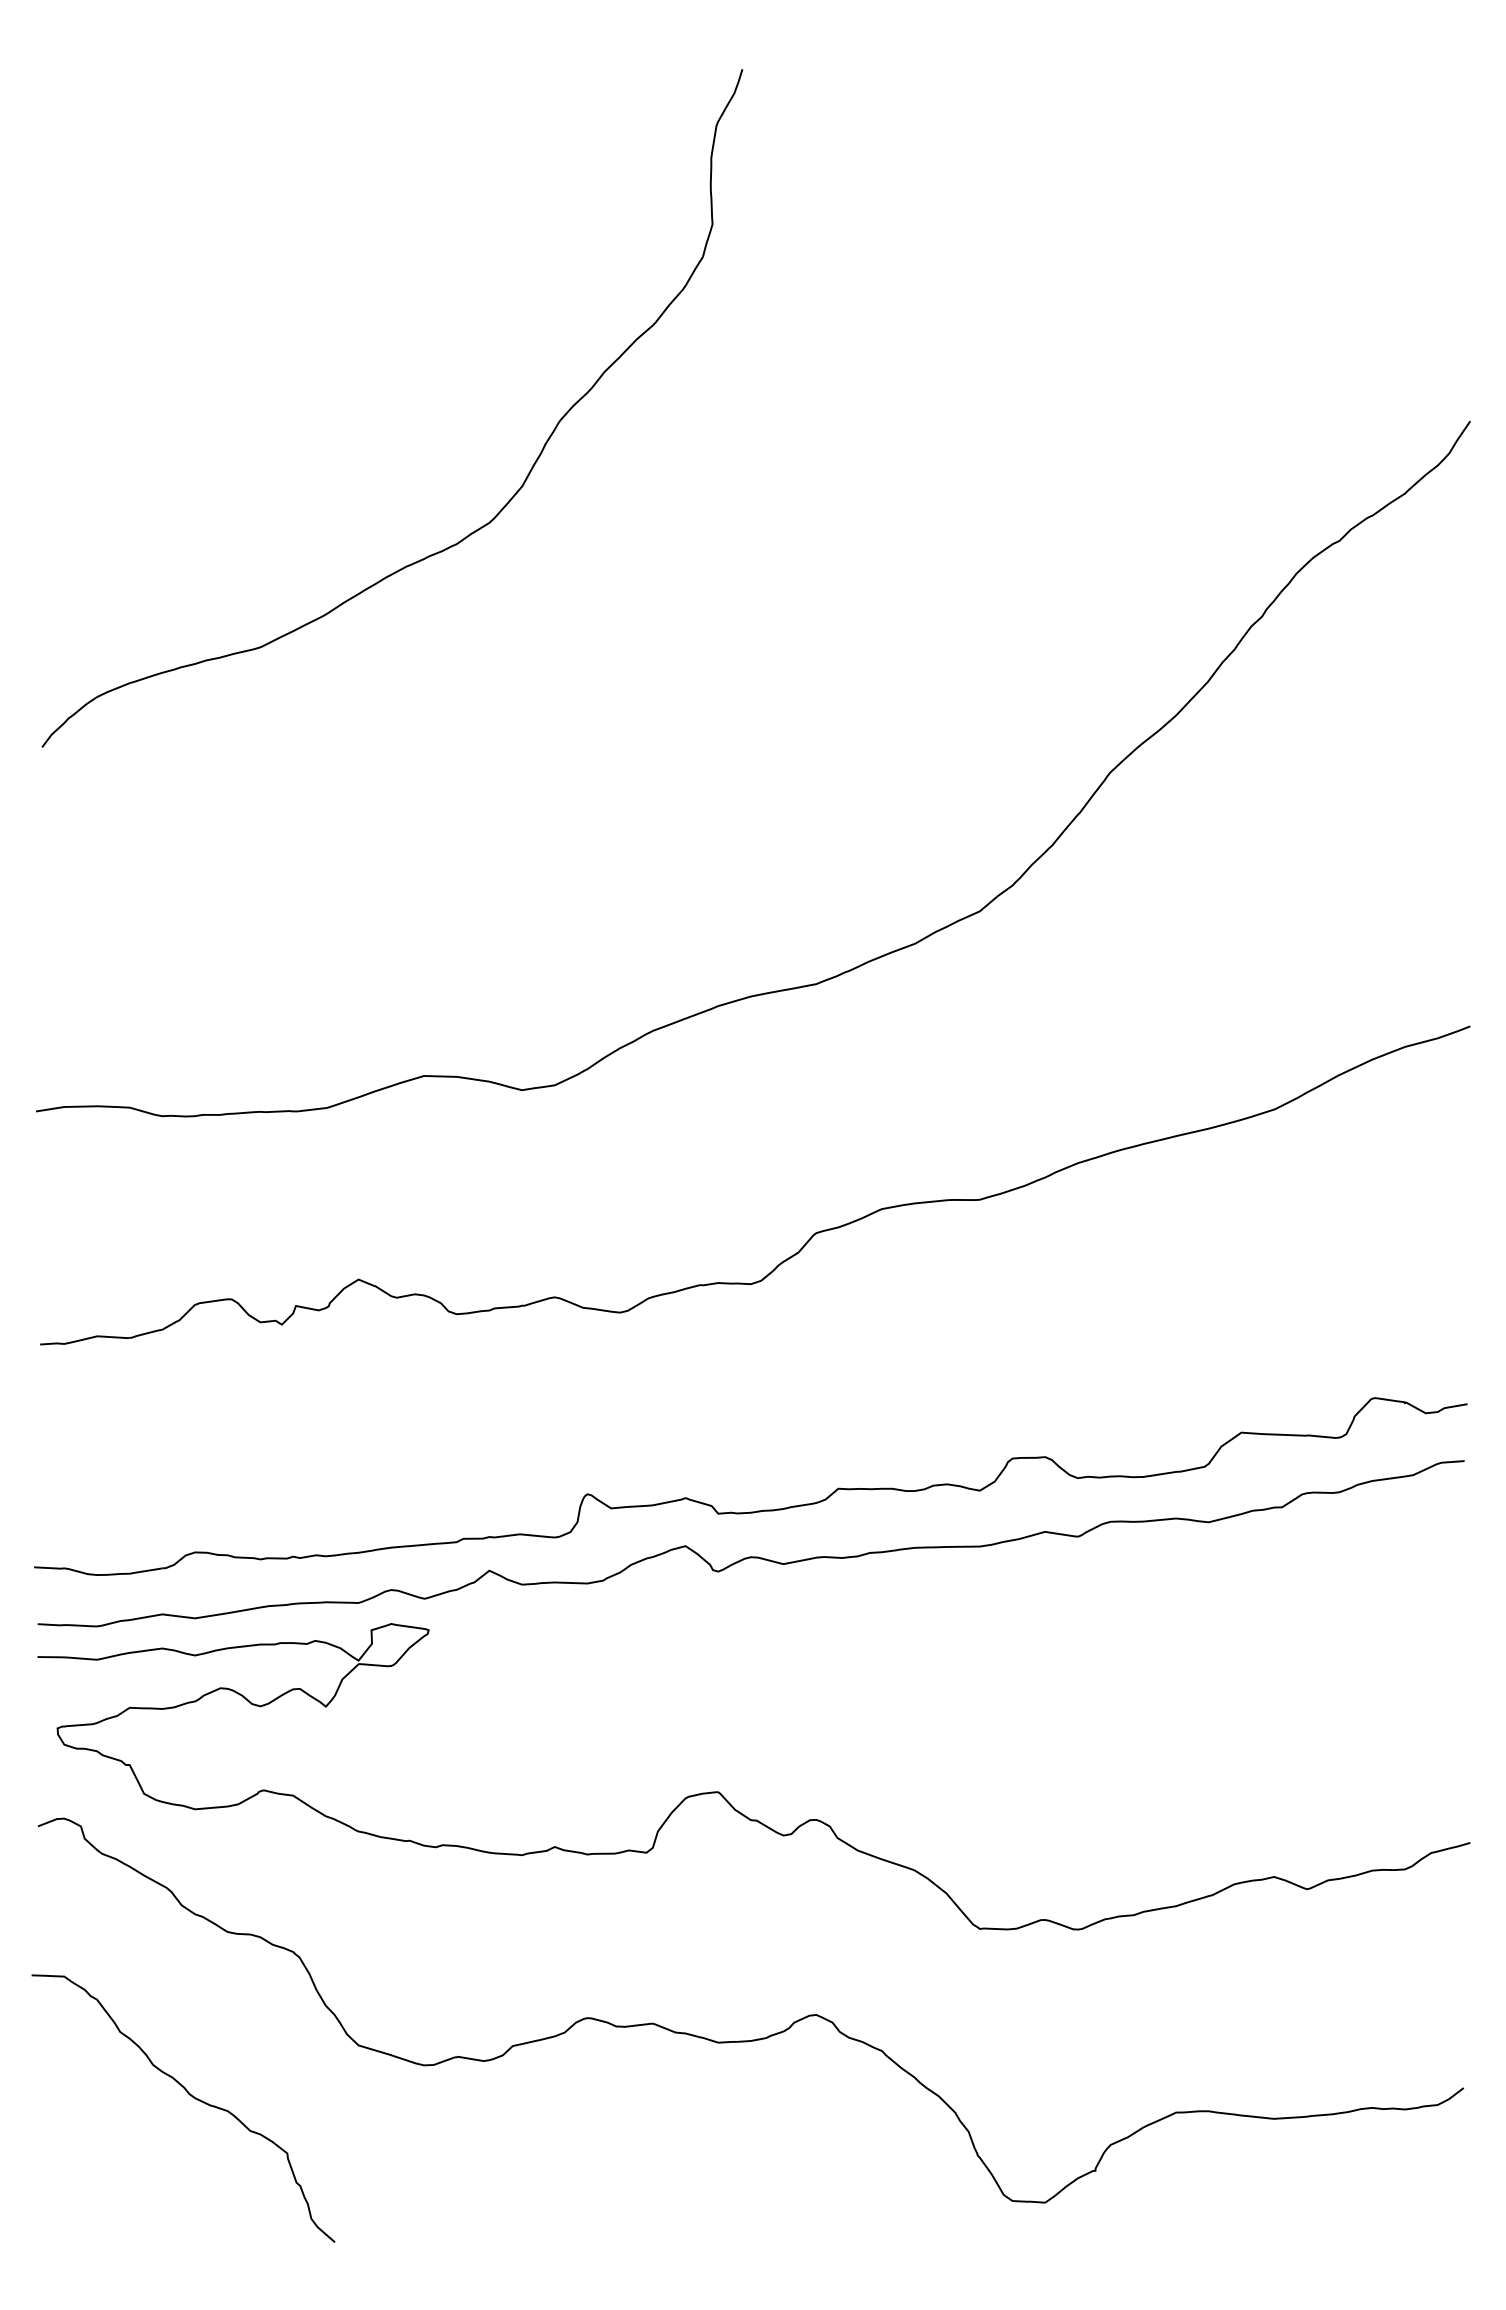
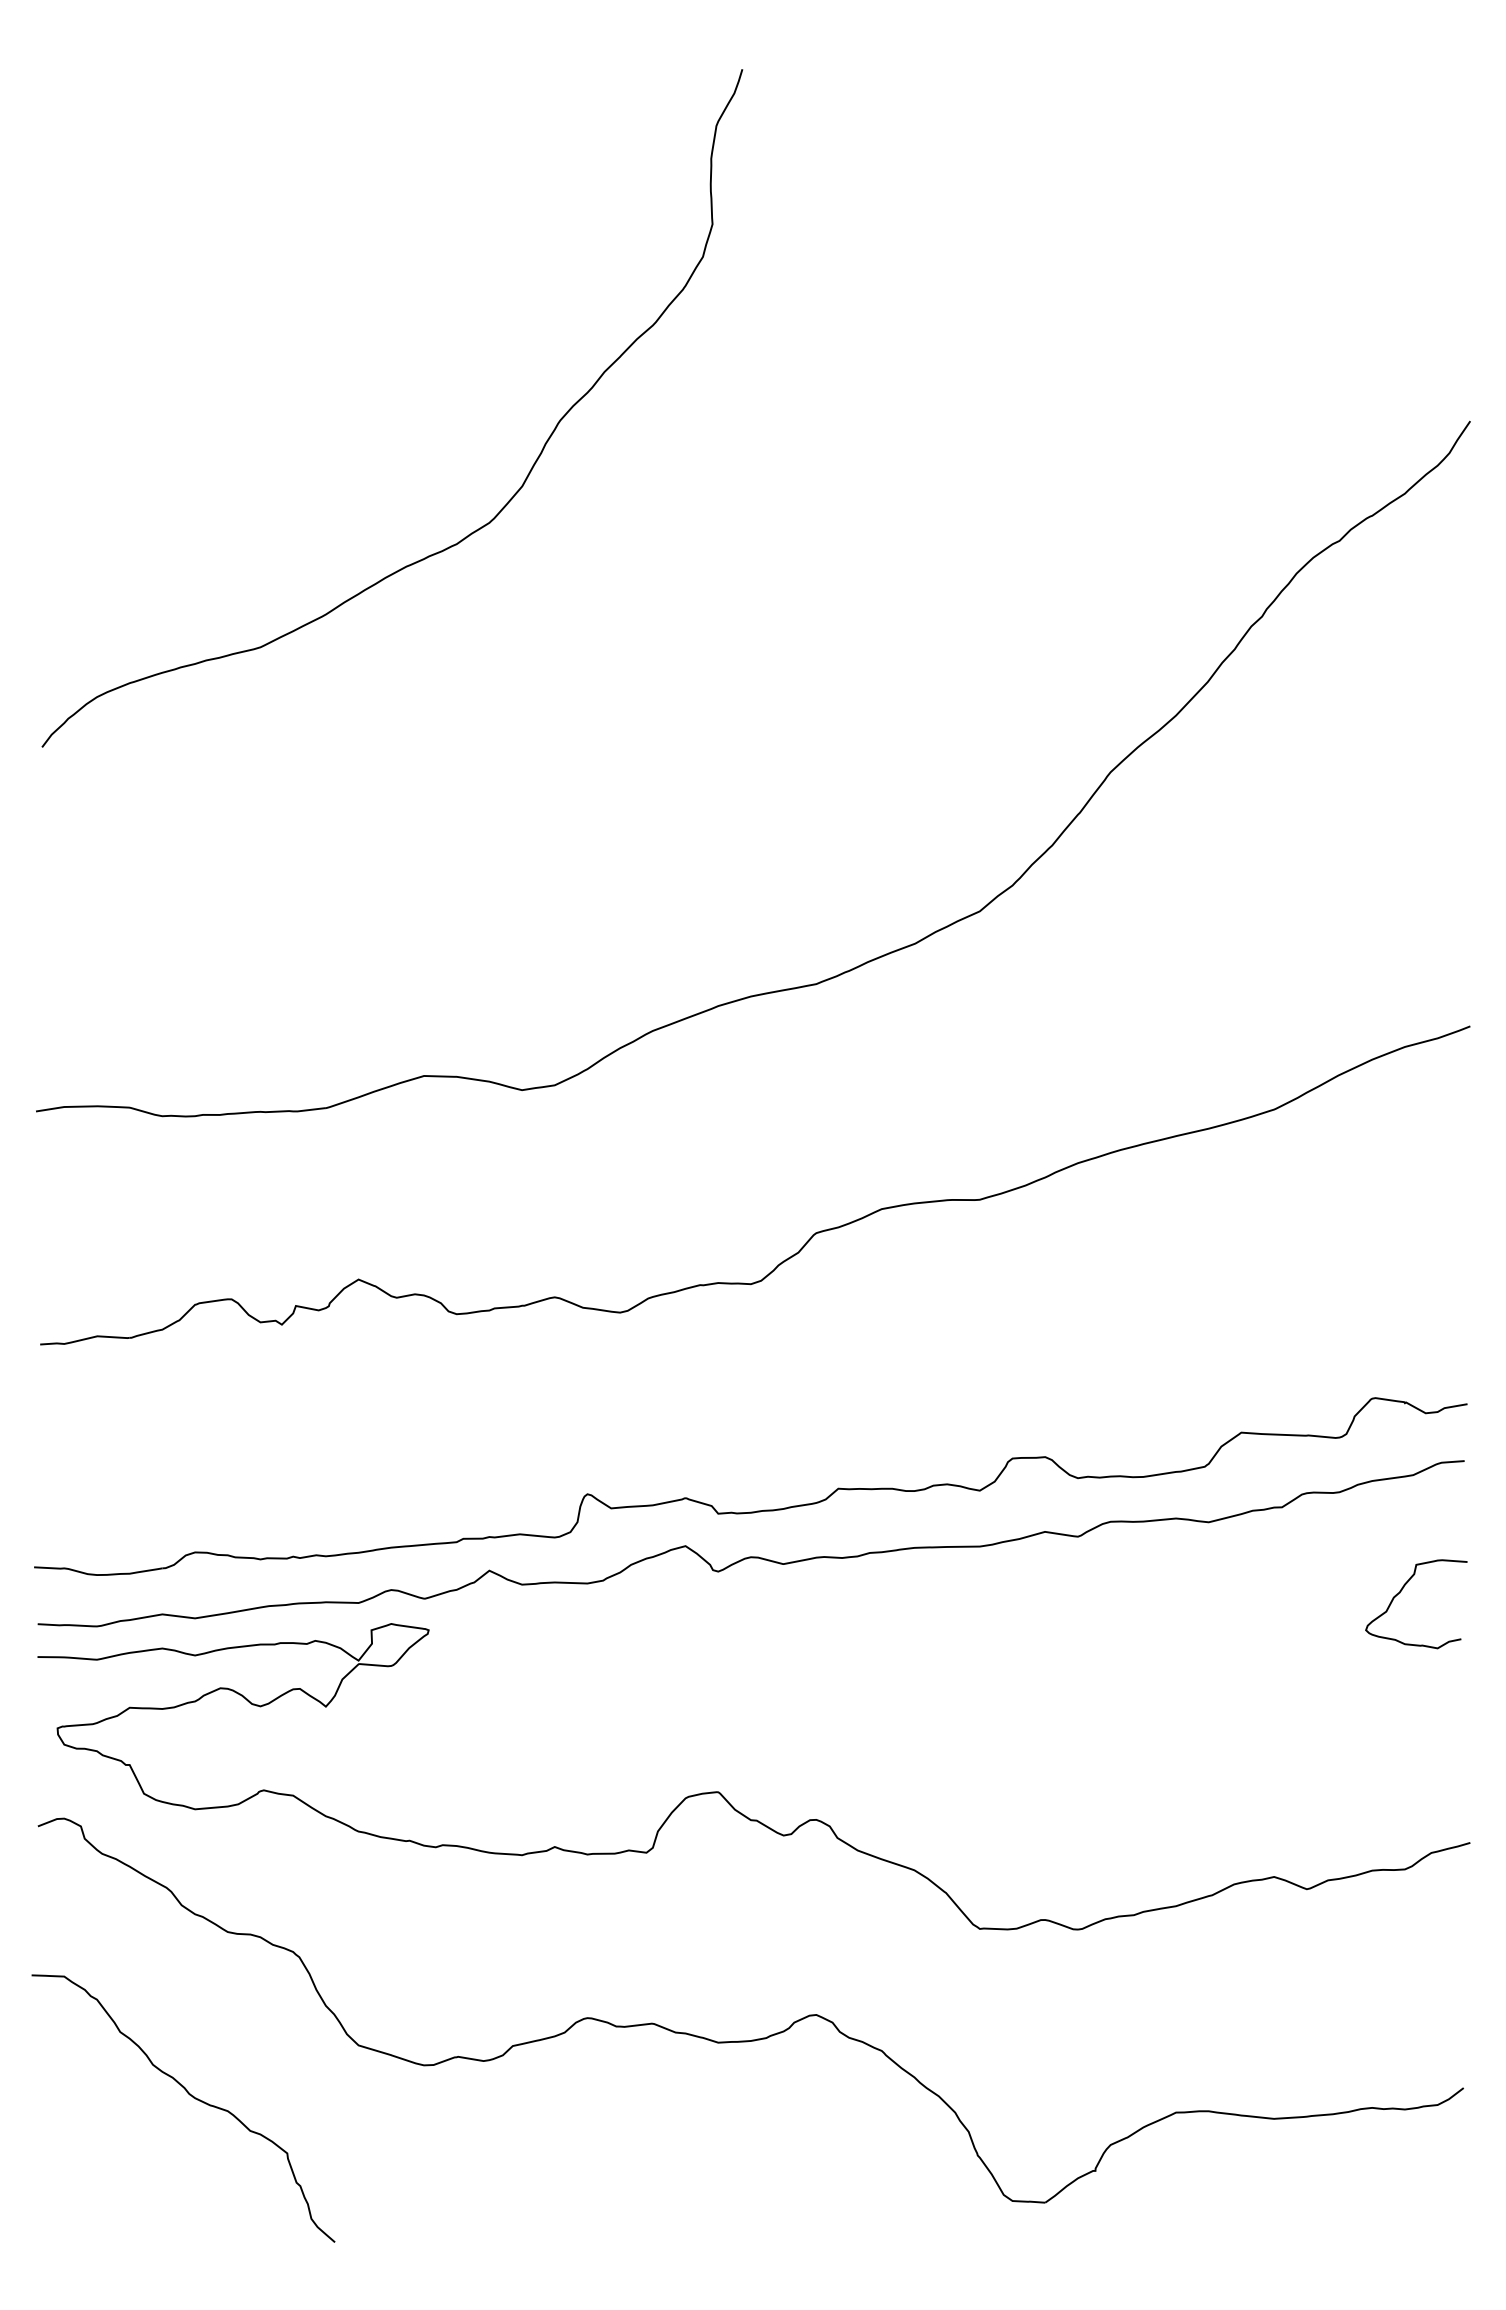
curve at (1400, 1593): none -> present
